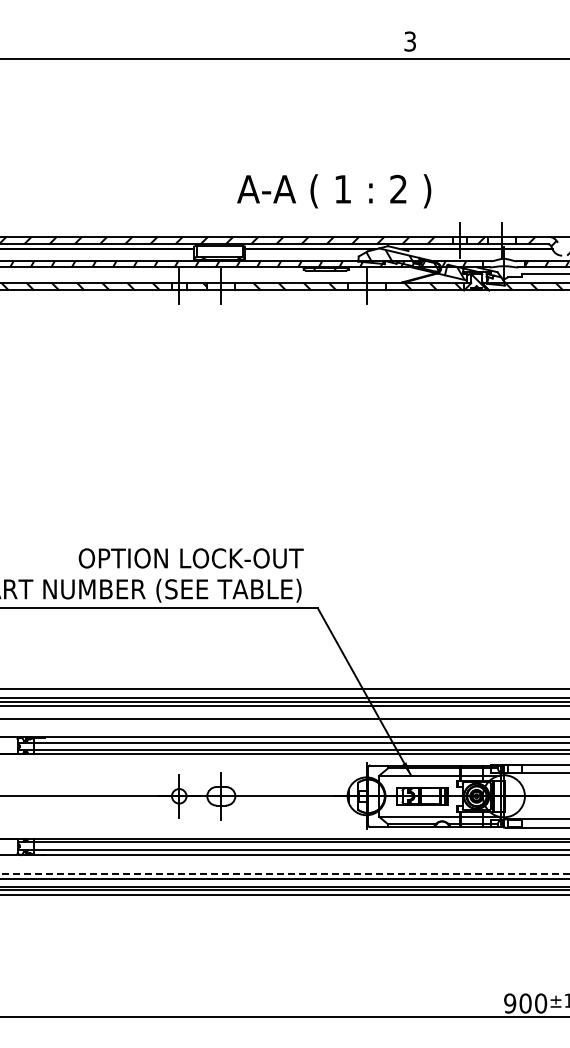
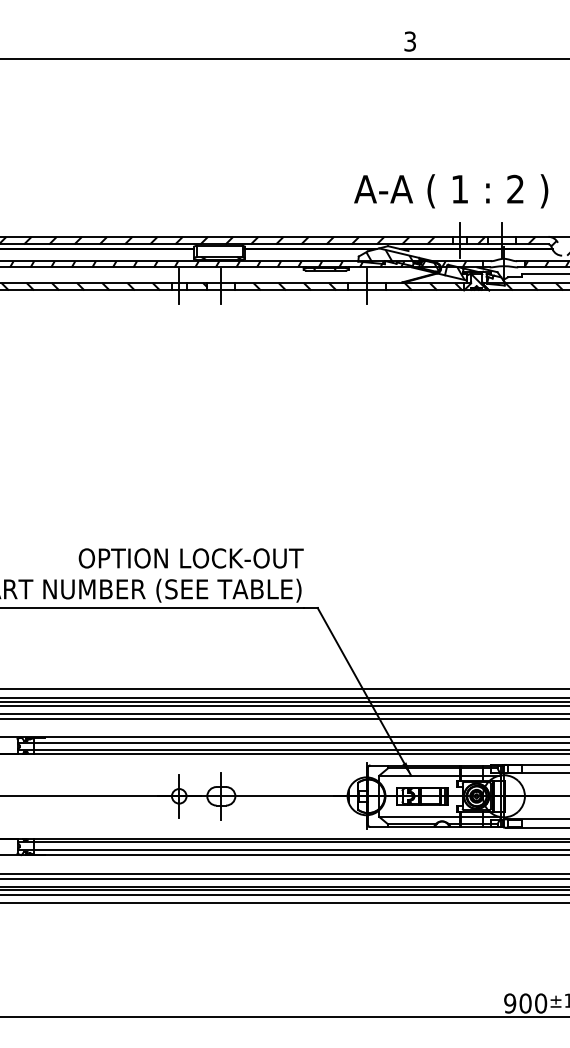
text at (334, 191) position: (334, 191) -> (451, 191)
line at (284, 713): none -> present
line at (284, 873): dashed -> solid
line at (284, 903): none -> present
